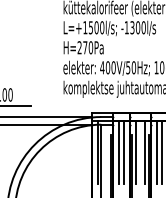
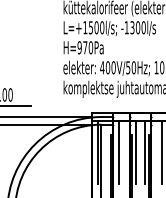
text at (79, 47): H=270Pa -> H=970Pa
line at (123, 152): present -> none
line at (157, 152): present -> none
